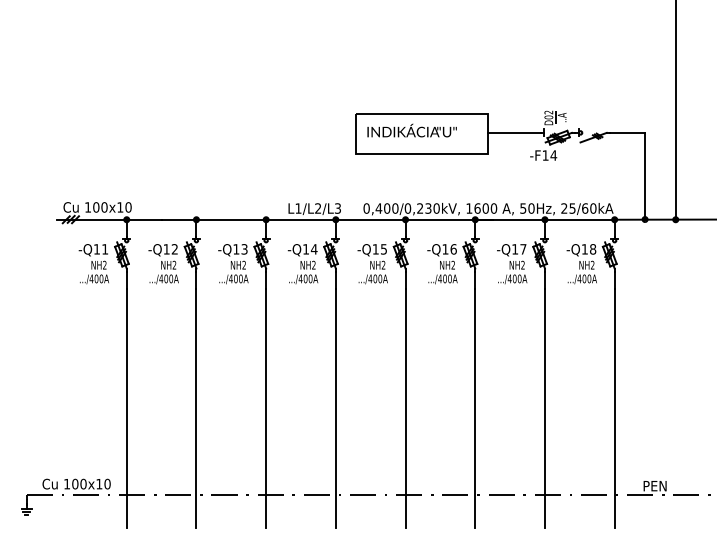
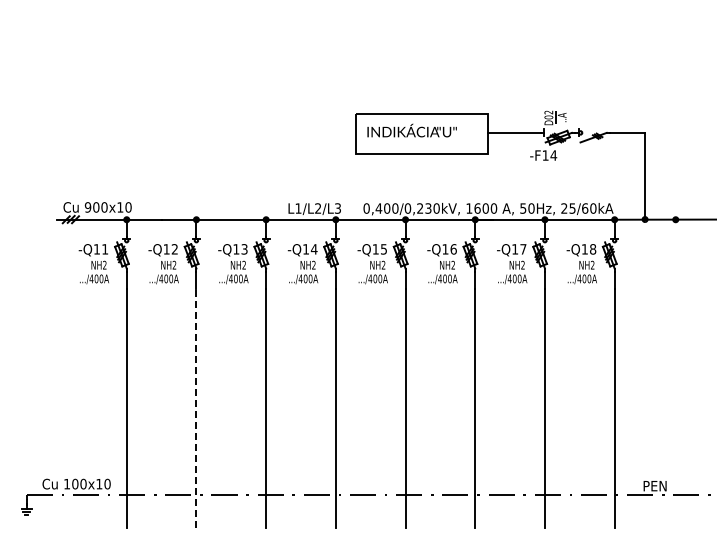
line at (675, 110): present -> none
text at (87, 207): 100x10 -> 900x10
line at (196, 408): solid -> dashed
